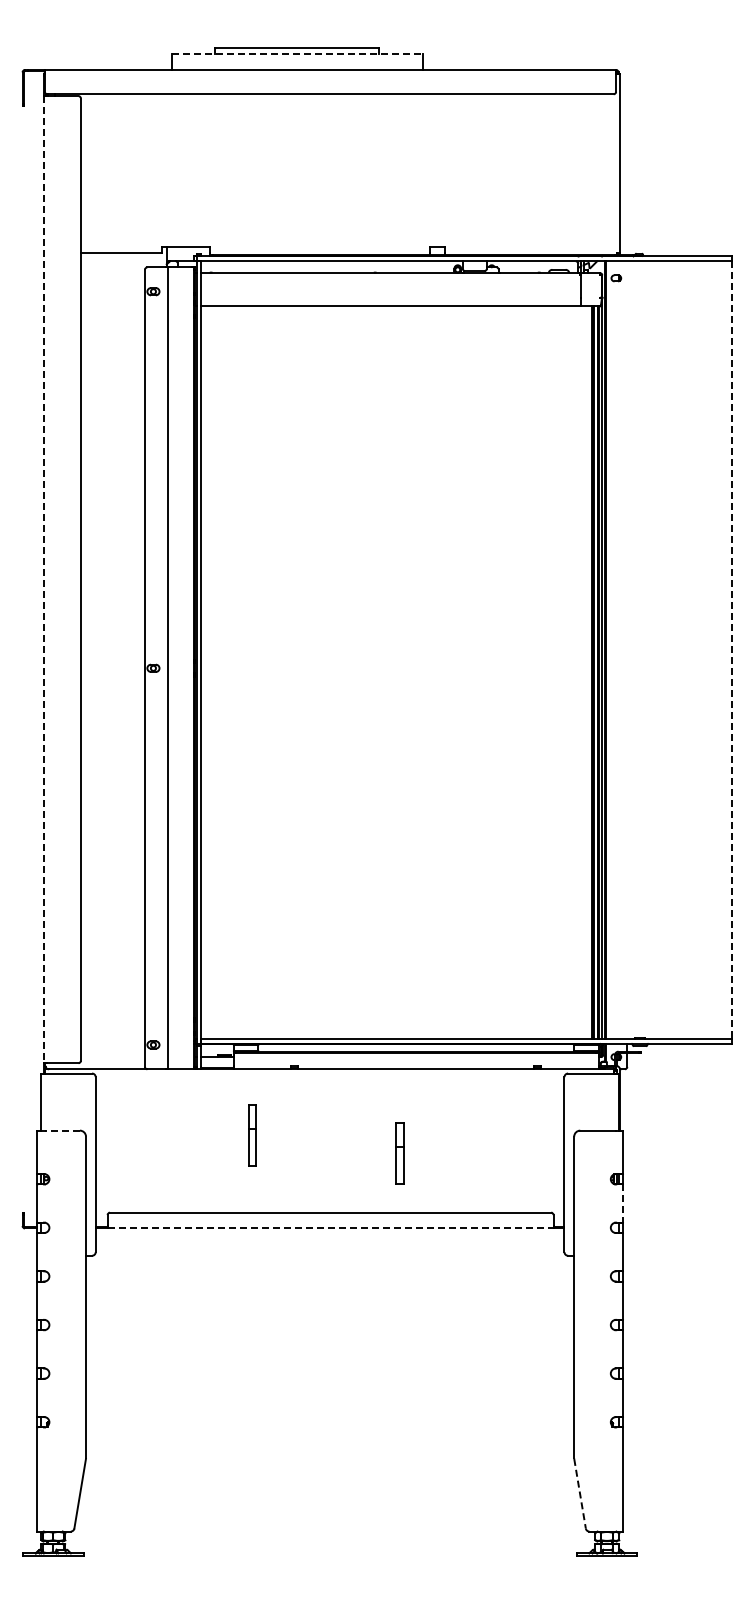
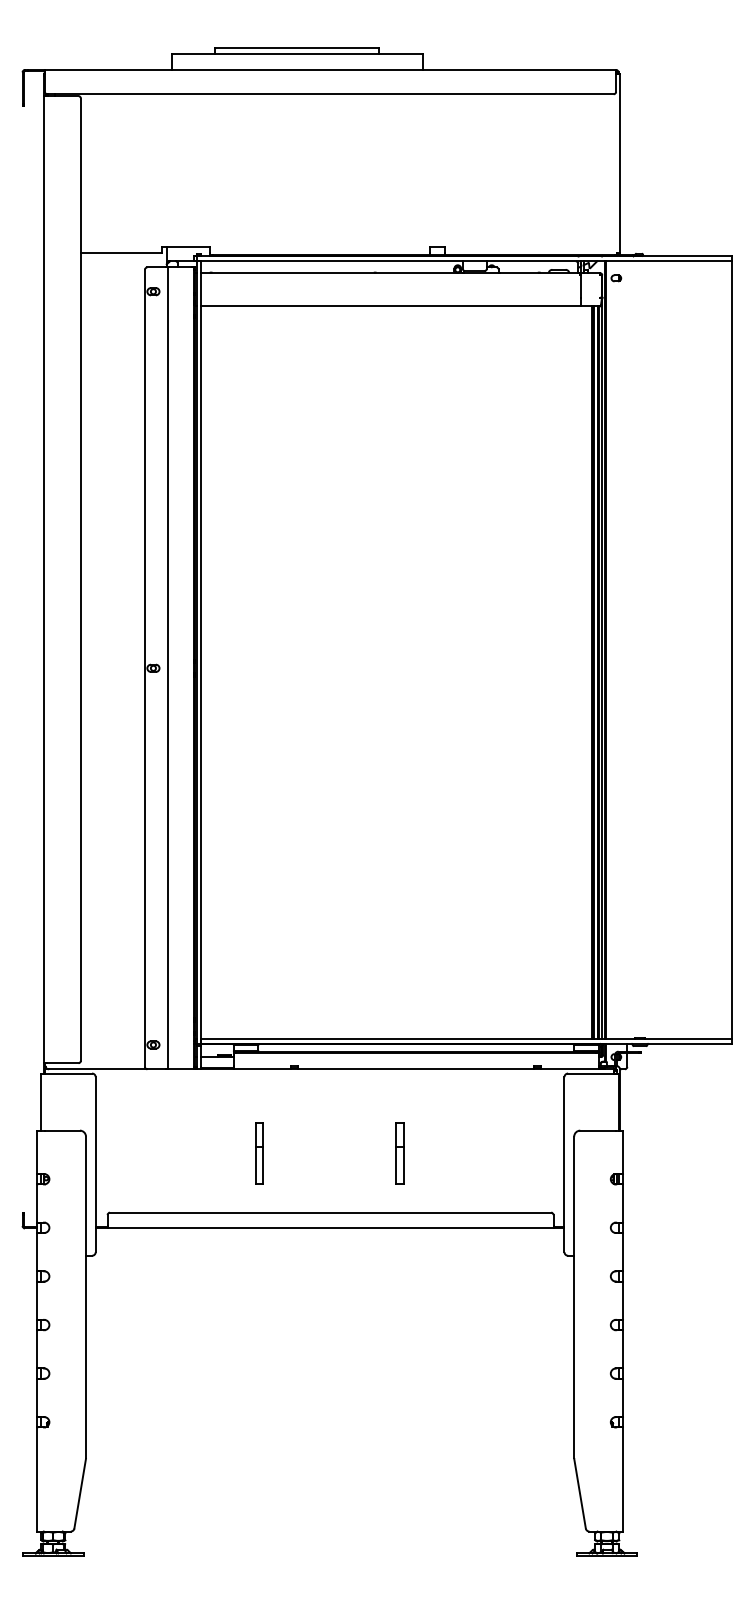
line at (297, 53): dashed -> solid
line at (44, 579): dashed -> solid
line at (732, 650): dashed -> solid
line at (62, 1130): dashed -> solid
part at (252, 1135) position: (252, 1135) -> (259, 1153)
line at (622, 1204): dashed -> solid
line at (330, 1228): dashed -> solid
line at (580, 1494): dashed -> solid
